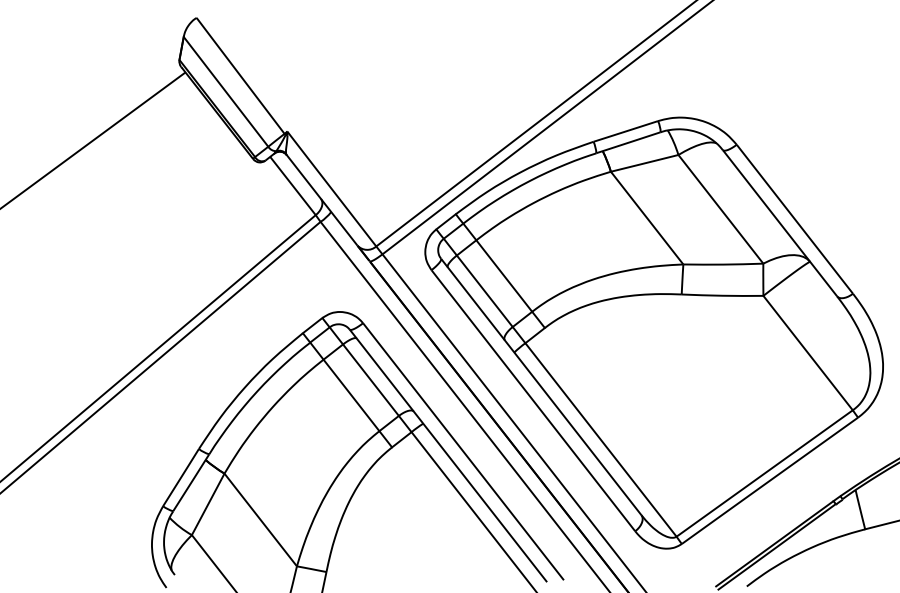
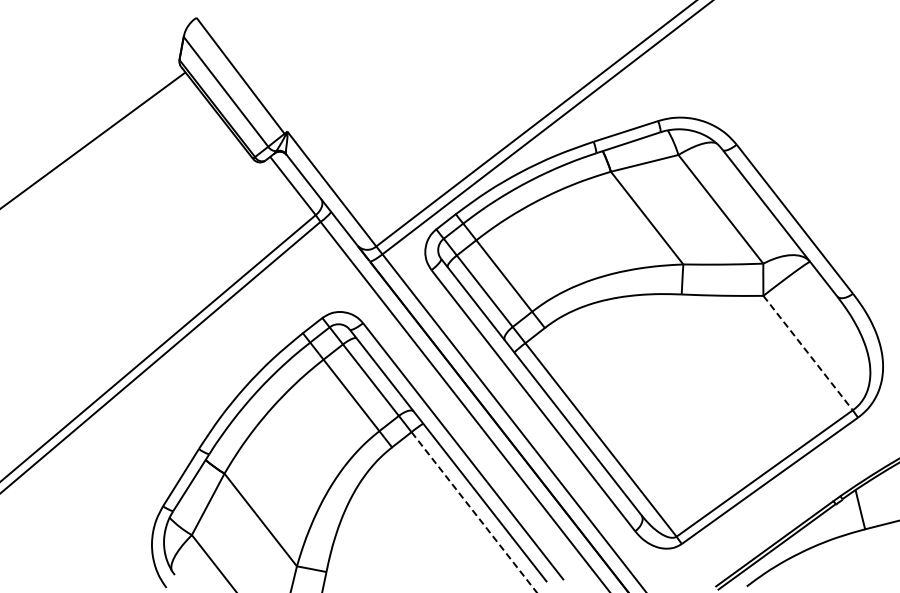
line at (808, 353): solid -> dashed
line at (474, 512): solid -> dashed
